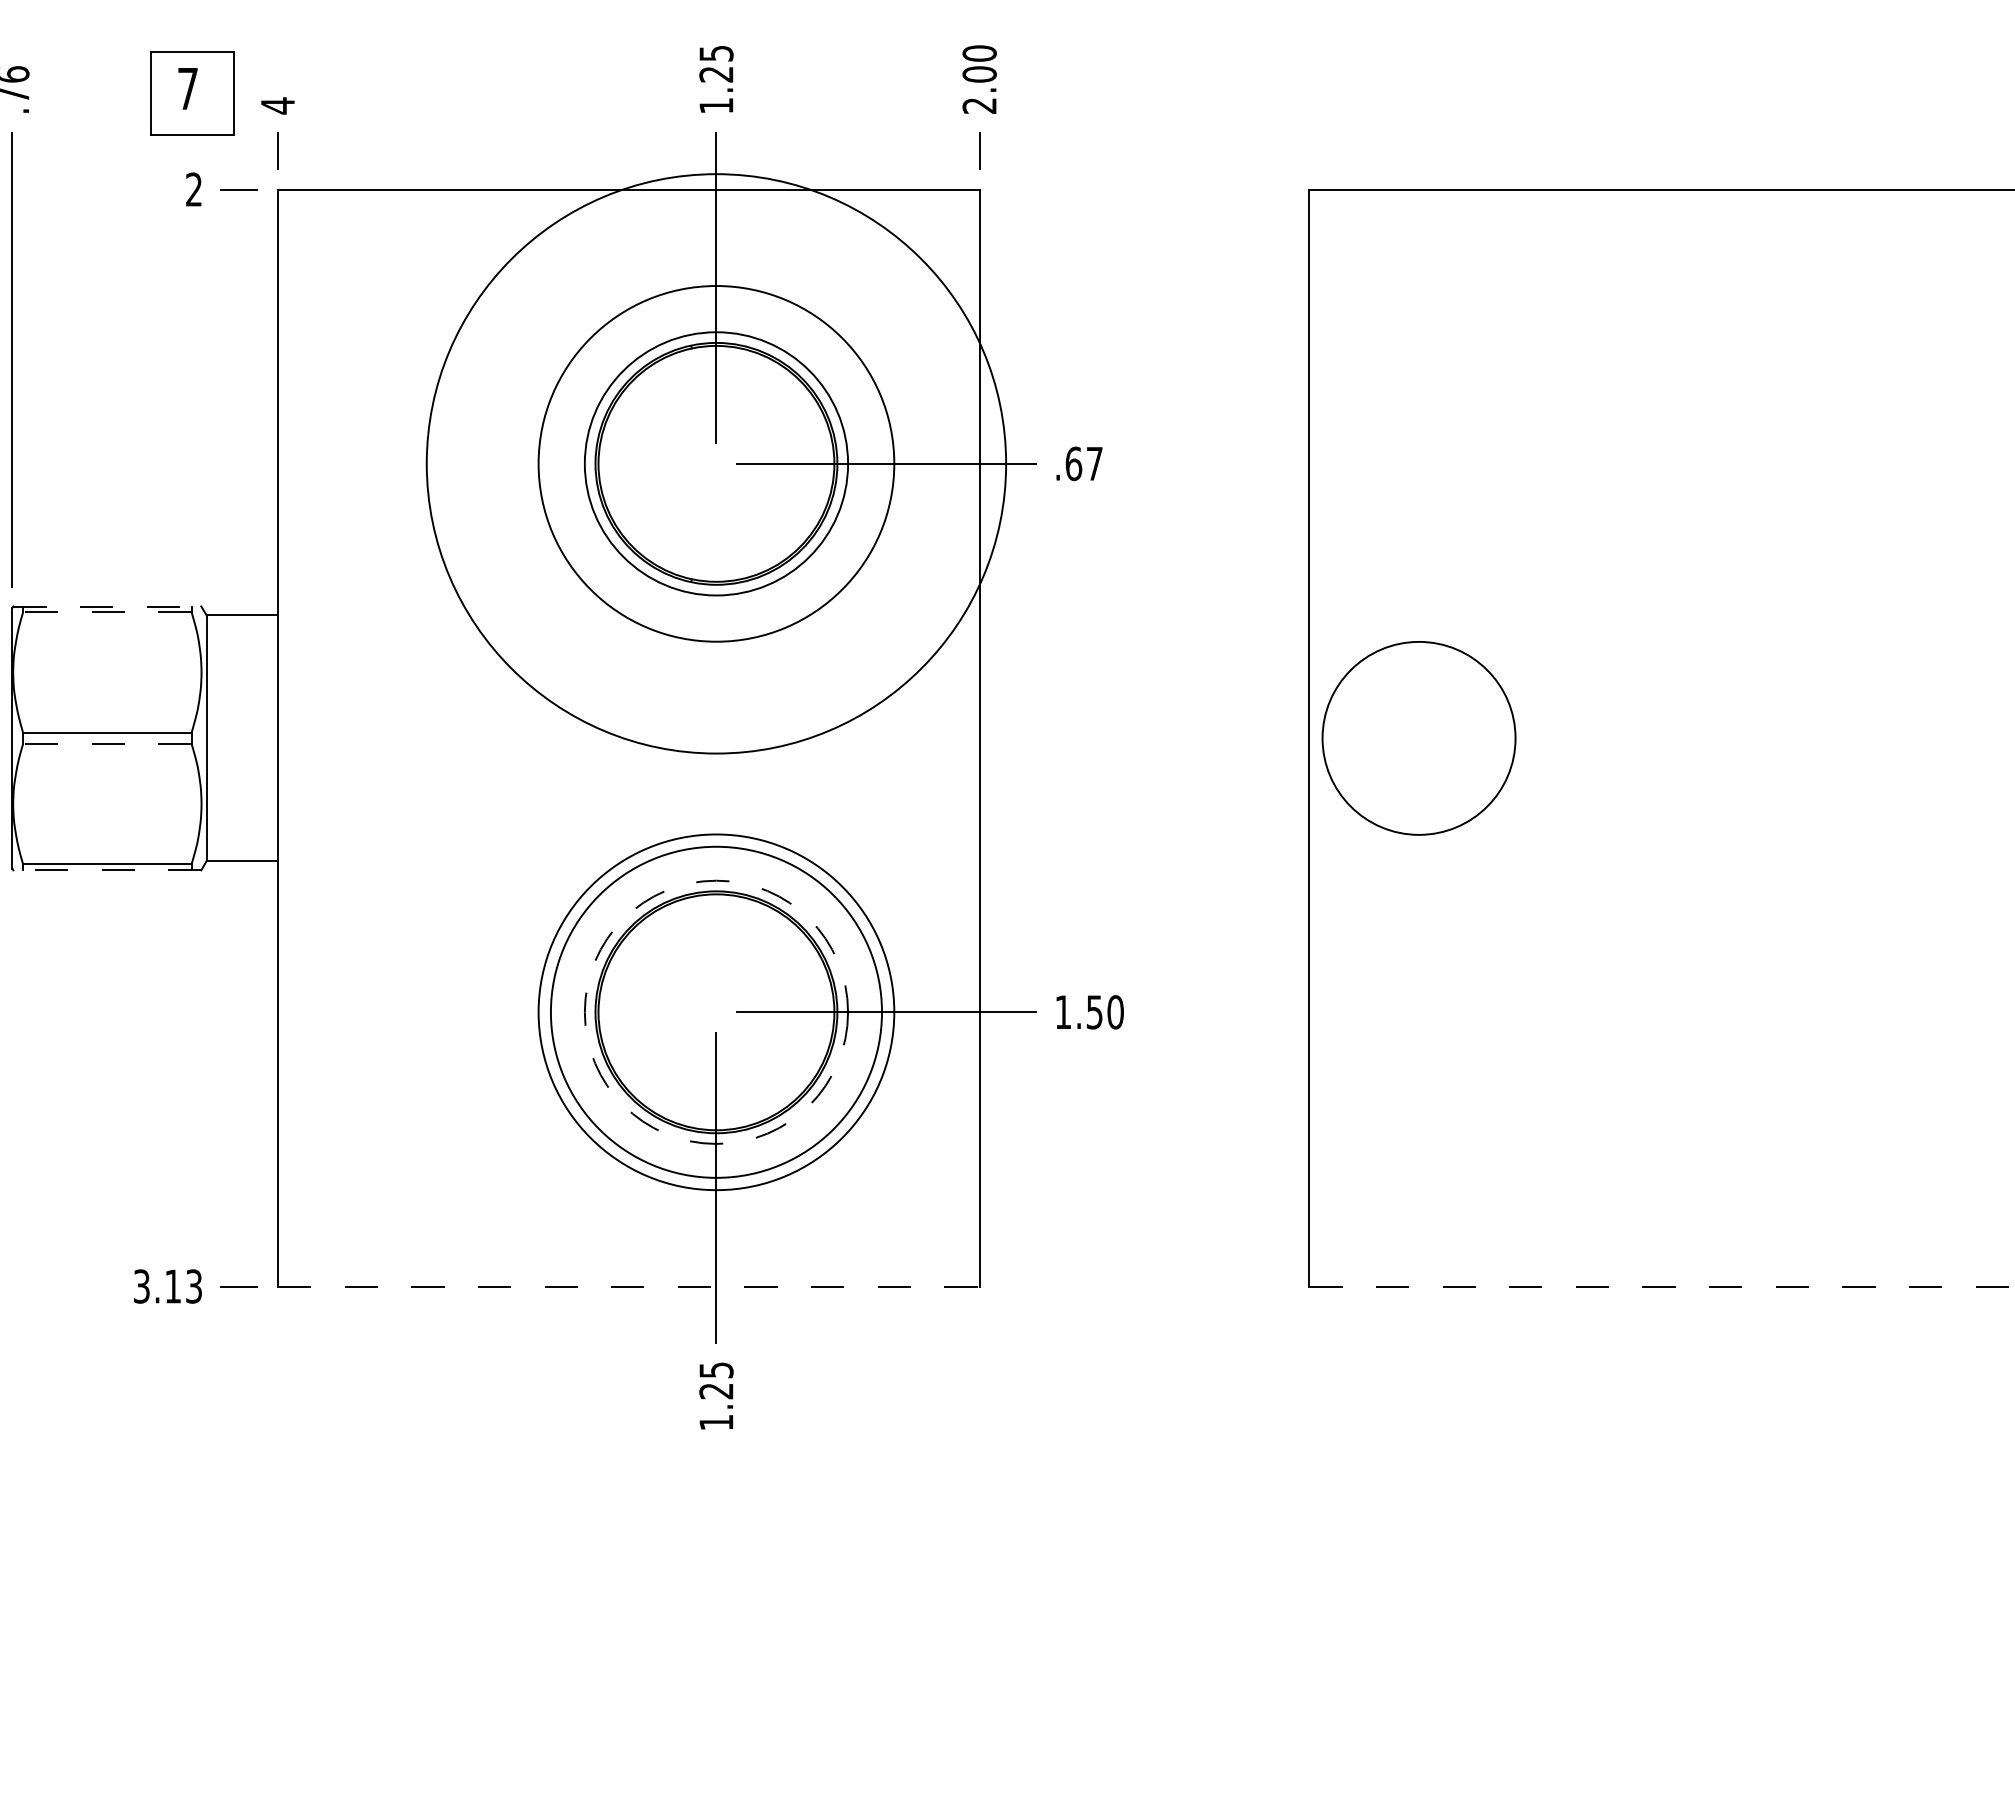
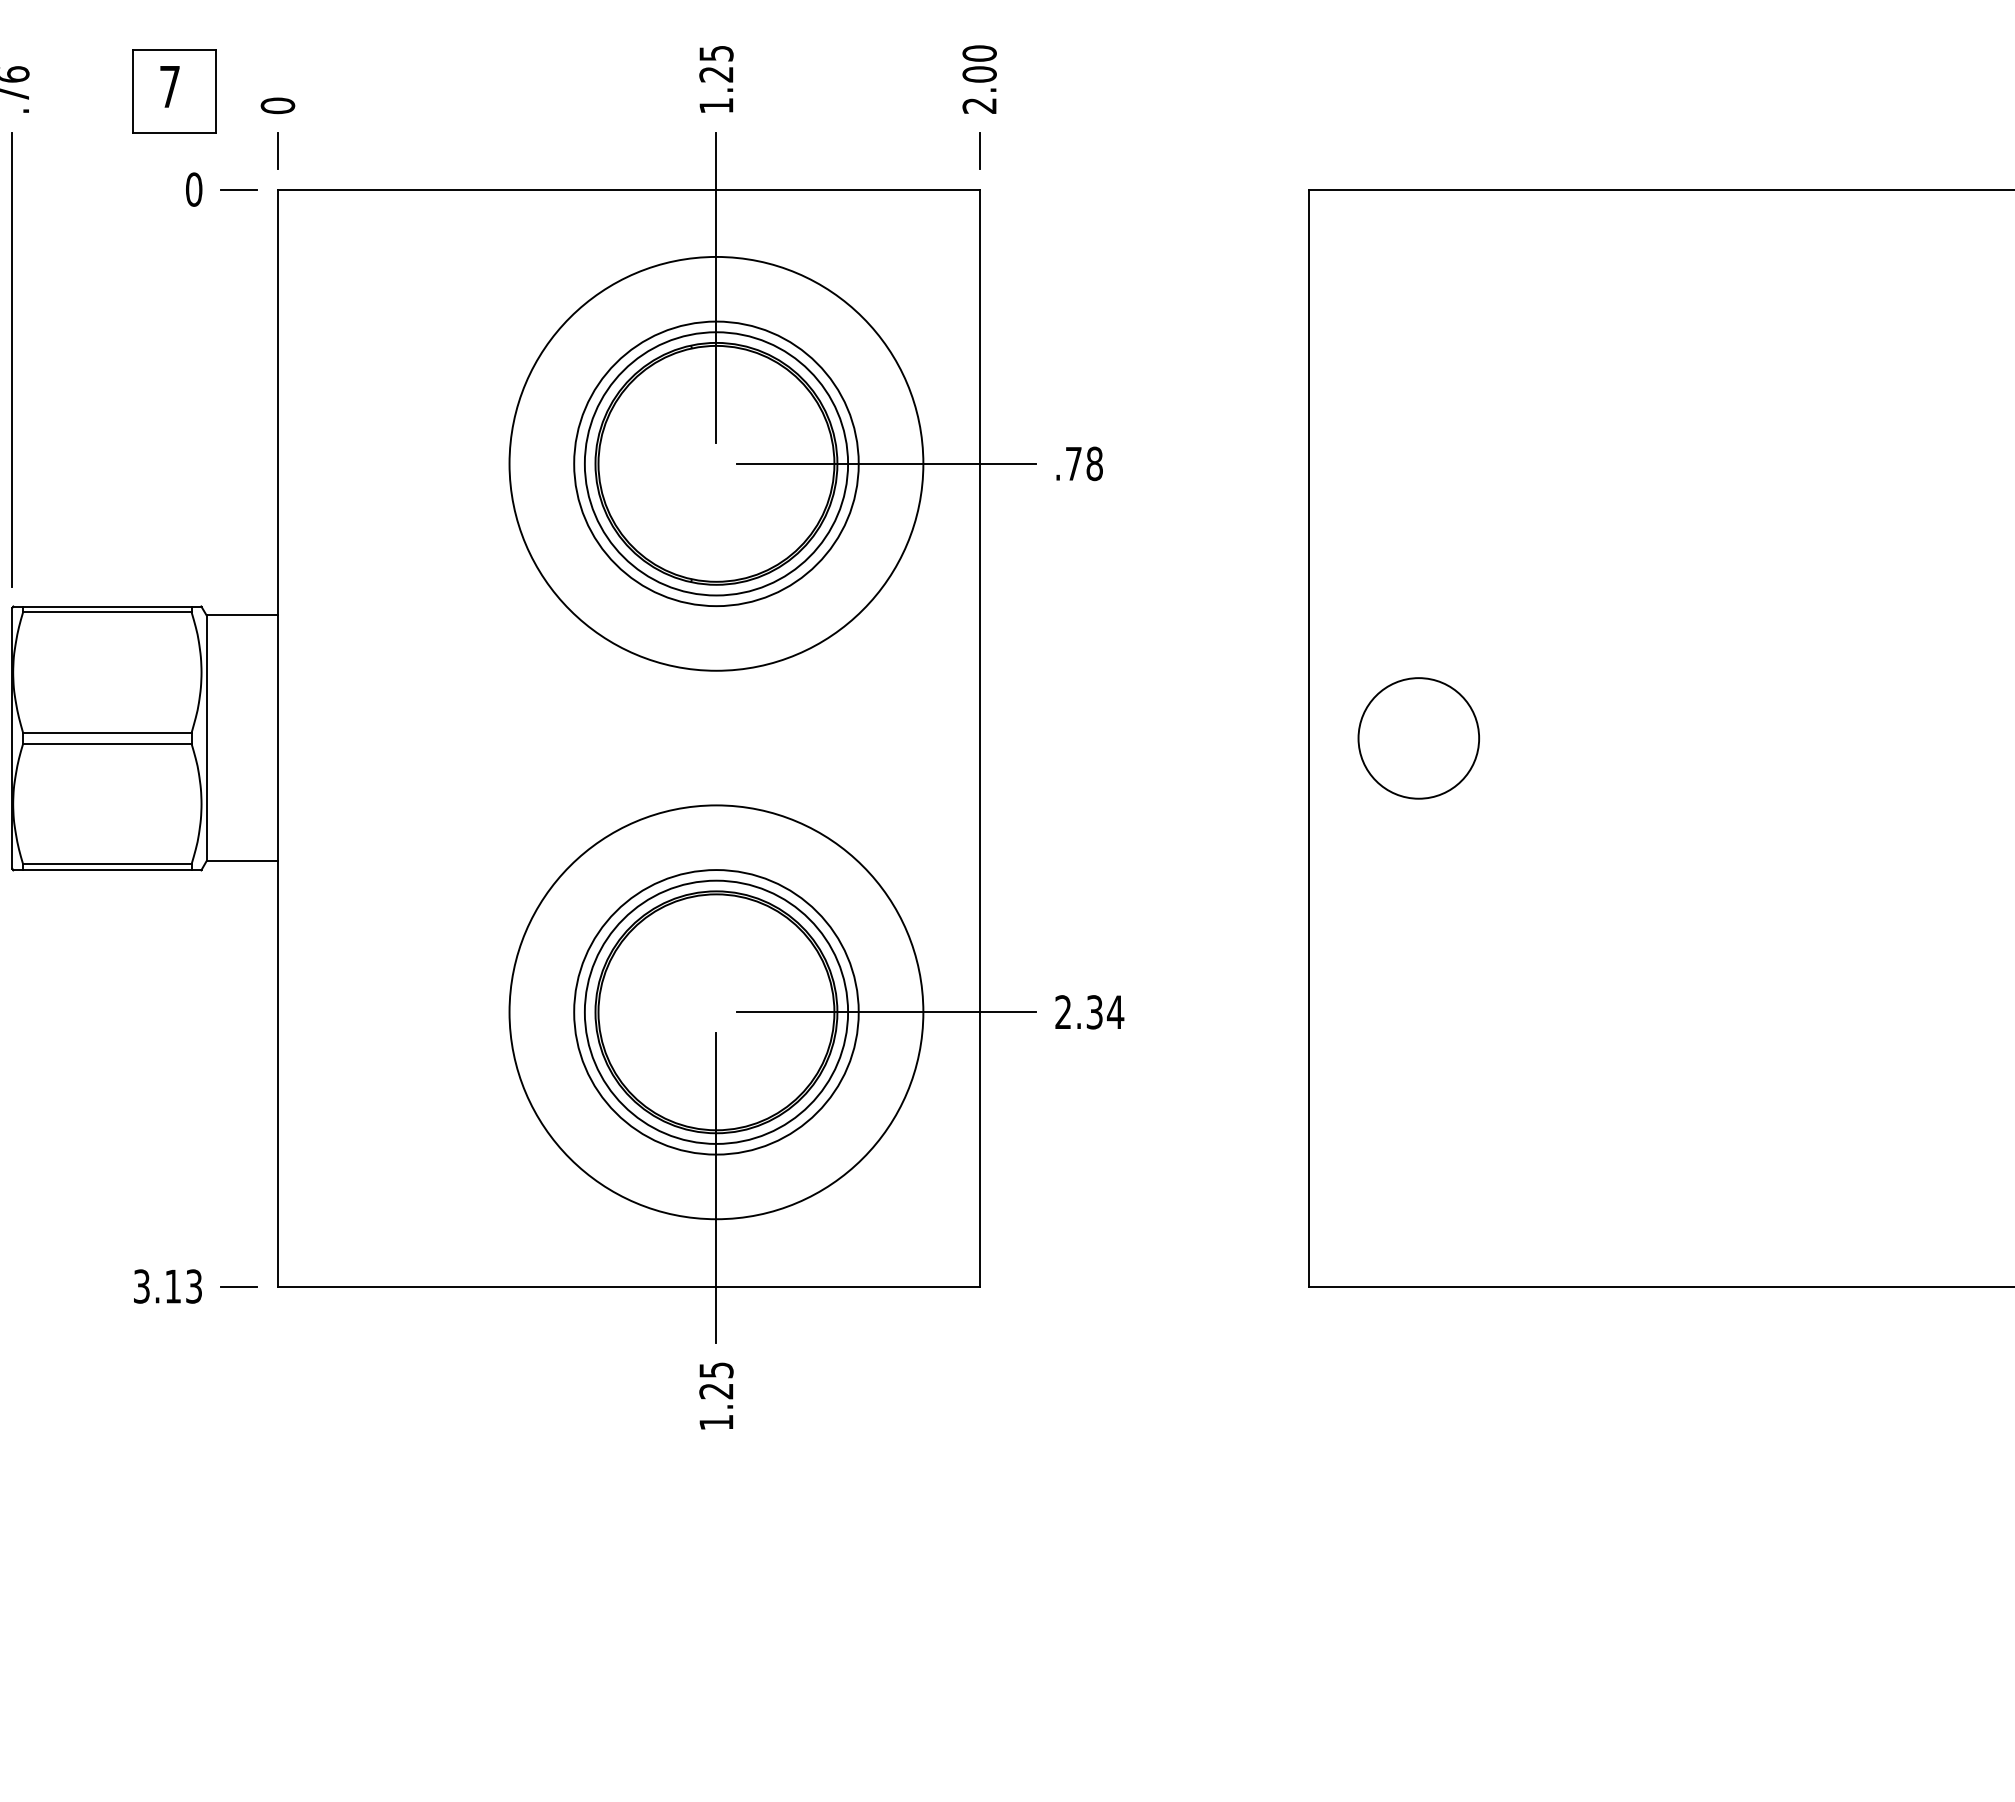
part at (192, 93) position: (192, 93) -> (174, 91)
text at (277, 105): 4 -> 0
text at (194, 189): 2 -> 0
circle at (716, 463) diameter: 356 px -> 285 px
circle at (716, 463) diameter: 579 px -> 414 px
text at (1083, 463): .67 -> .78
line at (108, 606): dashed -> solid
line at (106, 612): dashed -> solid
circle at (1418, 738) size: 196x195 px -> 123x123 px
line at (106, 744): dashed -> solid
line at (107, 869): dashed -> solid
circle at (715, 1011) diameter: 331 px -> 414 px
circle at (716, 1011): dashed -> solid
circle at (716, 1012) diameter: 356 px -> 285 px
text at (1089, 1012): 1.50 -> 2.34
line at (628, 1286): dashed -> solid
line at (1662, 1286): dashed -> solid
